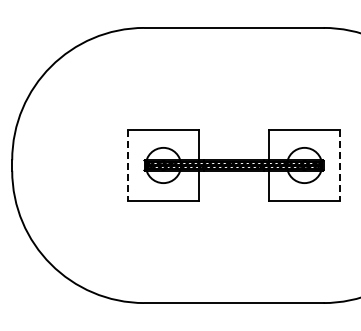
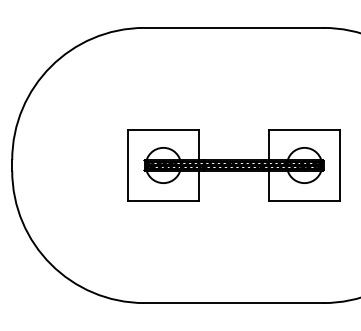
line at (128, 165): dashed -> solid
line at (339, 165): dashed -> solid
